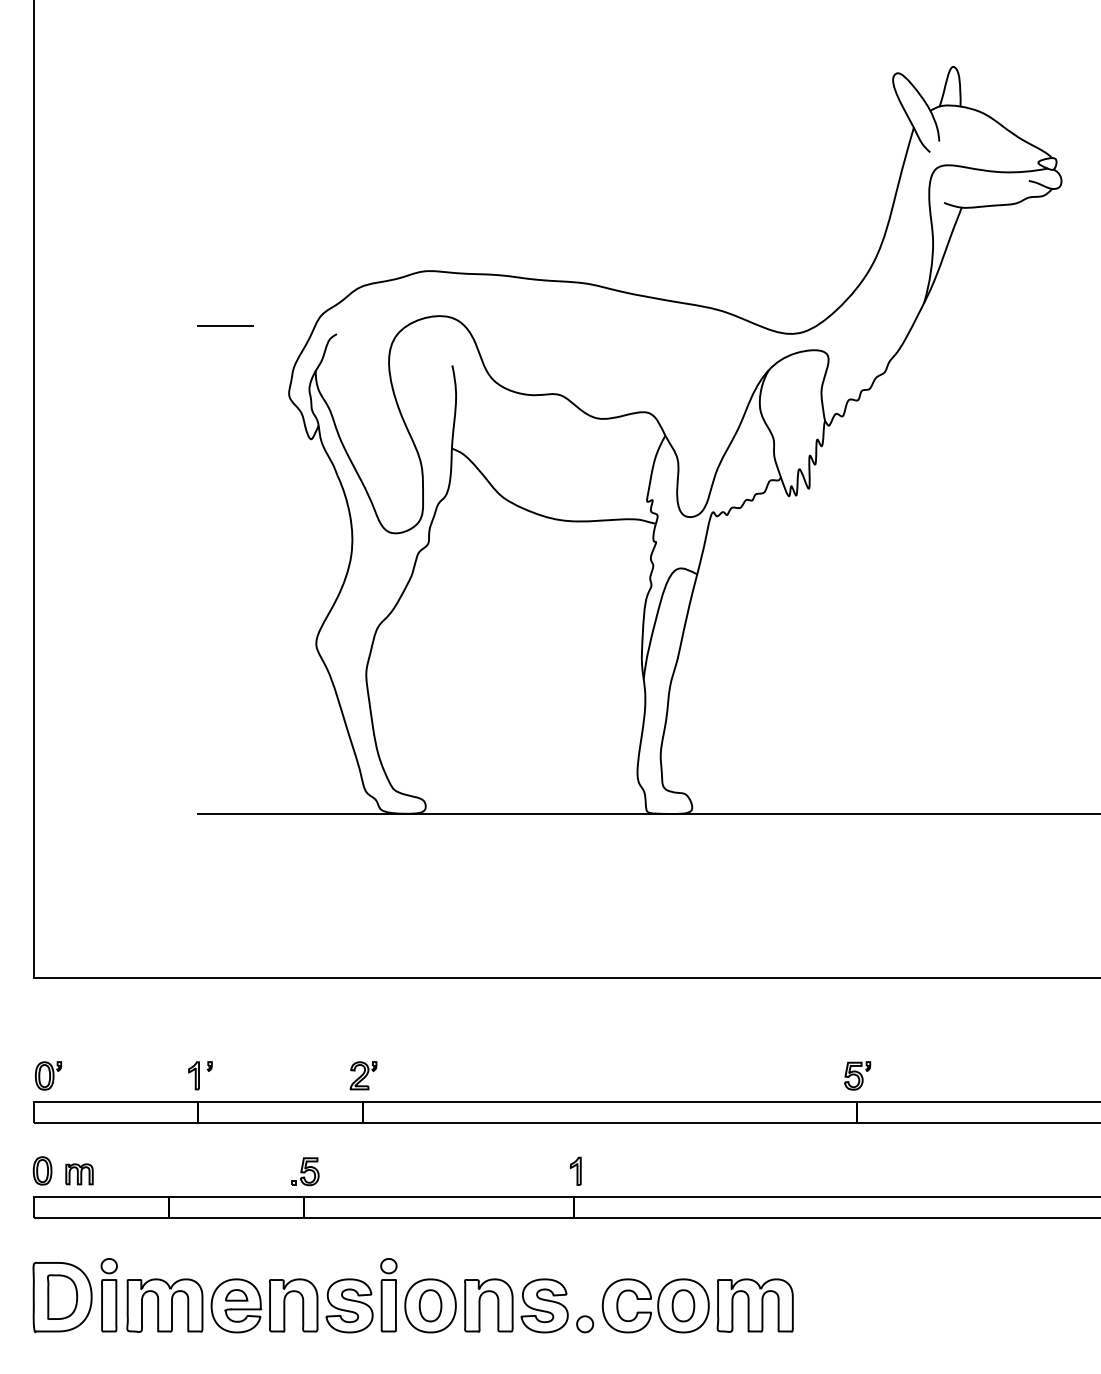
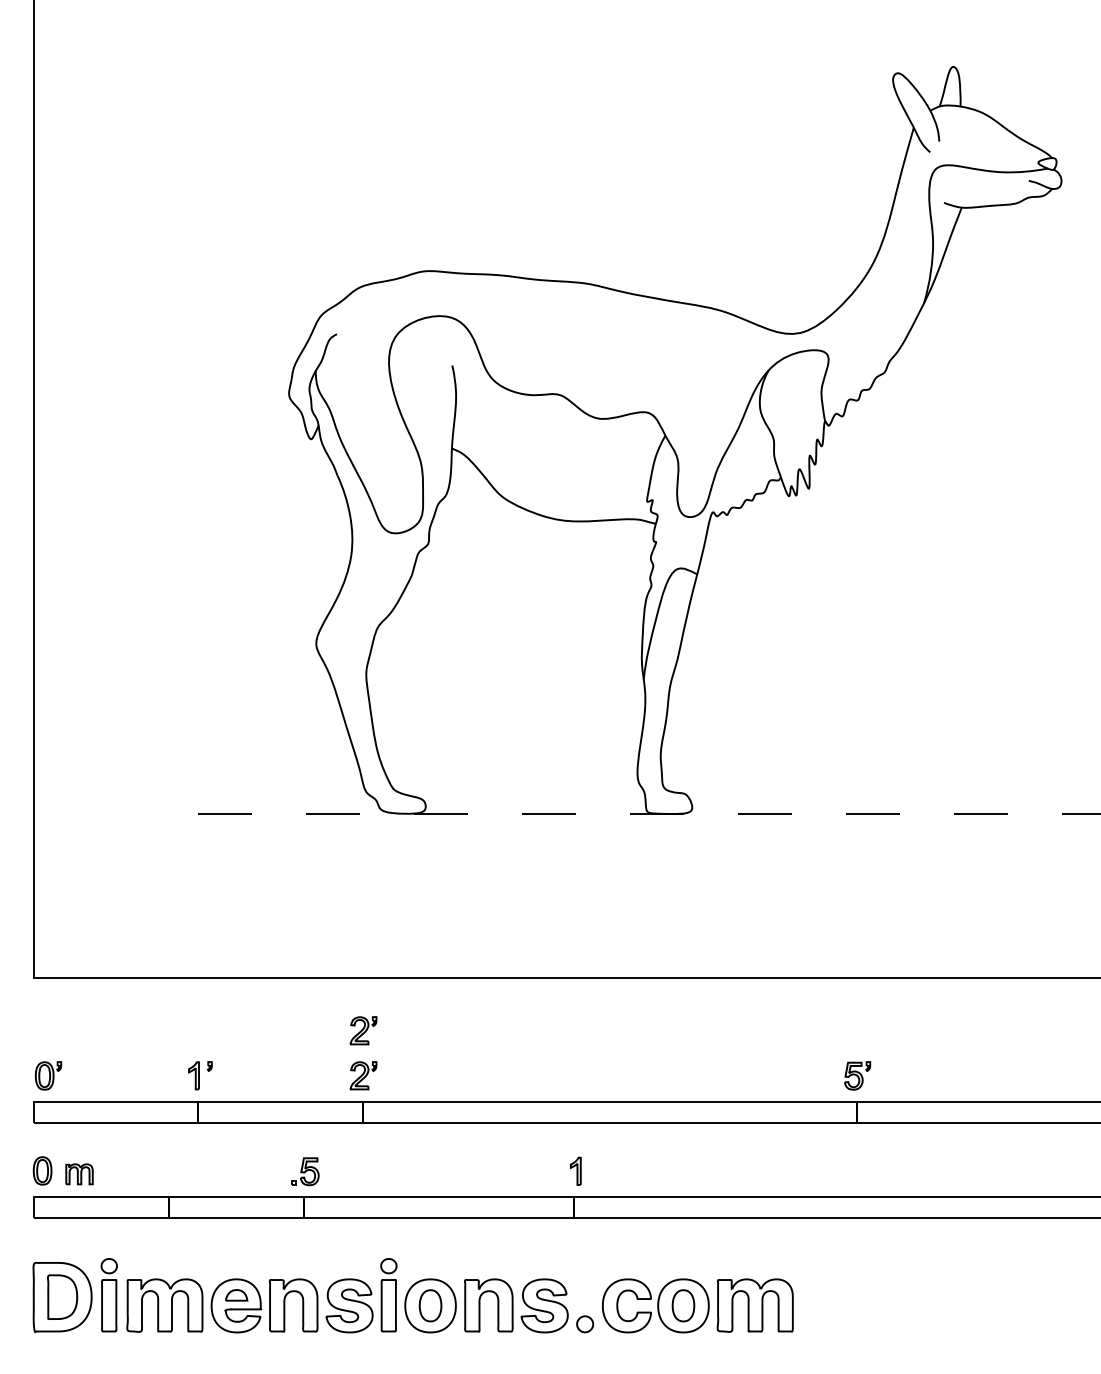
line at (225, 325): present -> none
line at (649, 813): solid -> dashed
part at (363, 1030): none -> present
